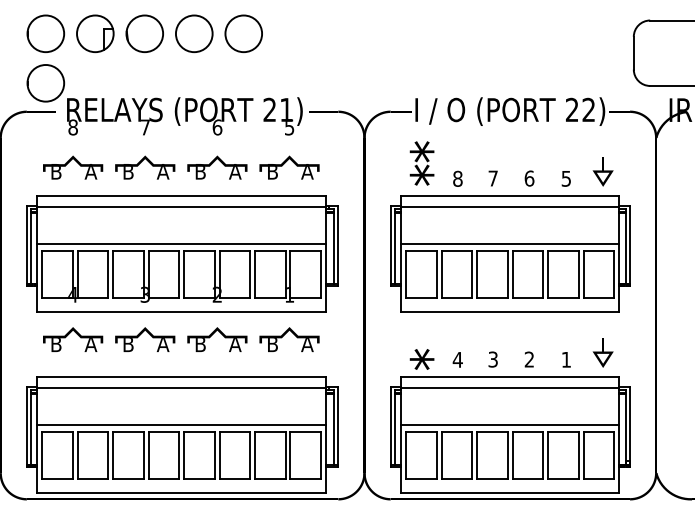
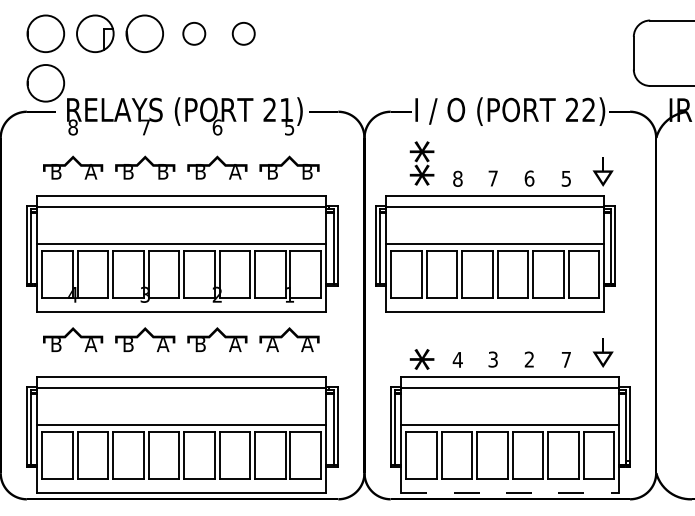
circle at (193, 33) diameter: 37 px -> 22 px
circle at (243, 33) diameter: 37 px -> 22 px
text at (162, 171): A -> B
text at (307, 171): A -> B
part at (510, 253) position: (510, 253) -> (495, 253)
text at (272, 345): B -> A
text at (565, 359): 1 -> 7
line at (510, 492): solid -> dashed
